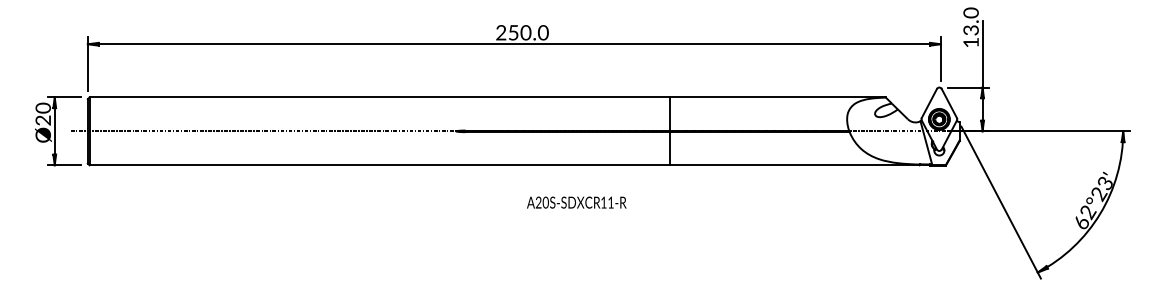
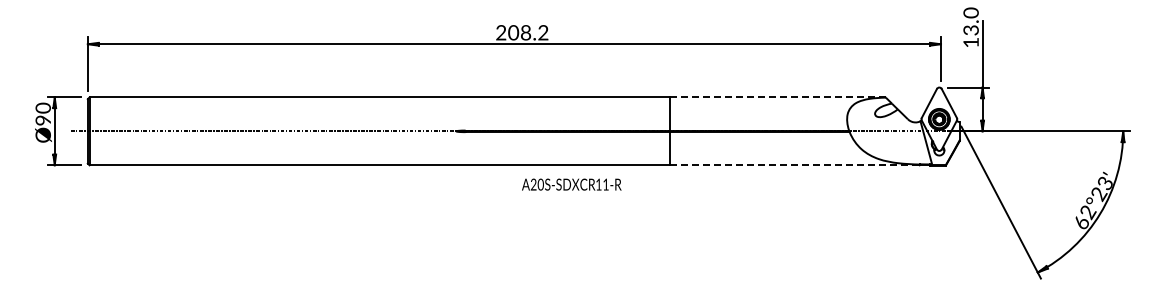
text at (528, 32): 250.0 -> 208.2
line at (777, 97): solid -> dashed
text at (43, 120): Ø20 -> Ø90
line at (795, 165): solid -> dashed
text at (576, 202) position: (576, 202) -> (571, 184)
